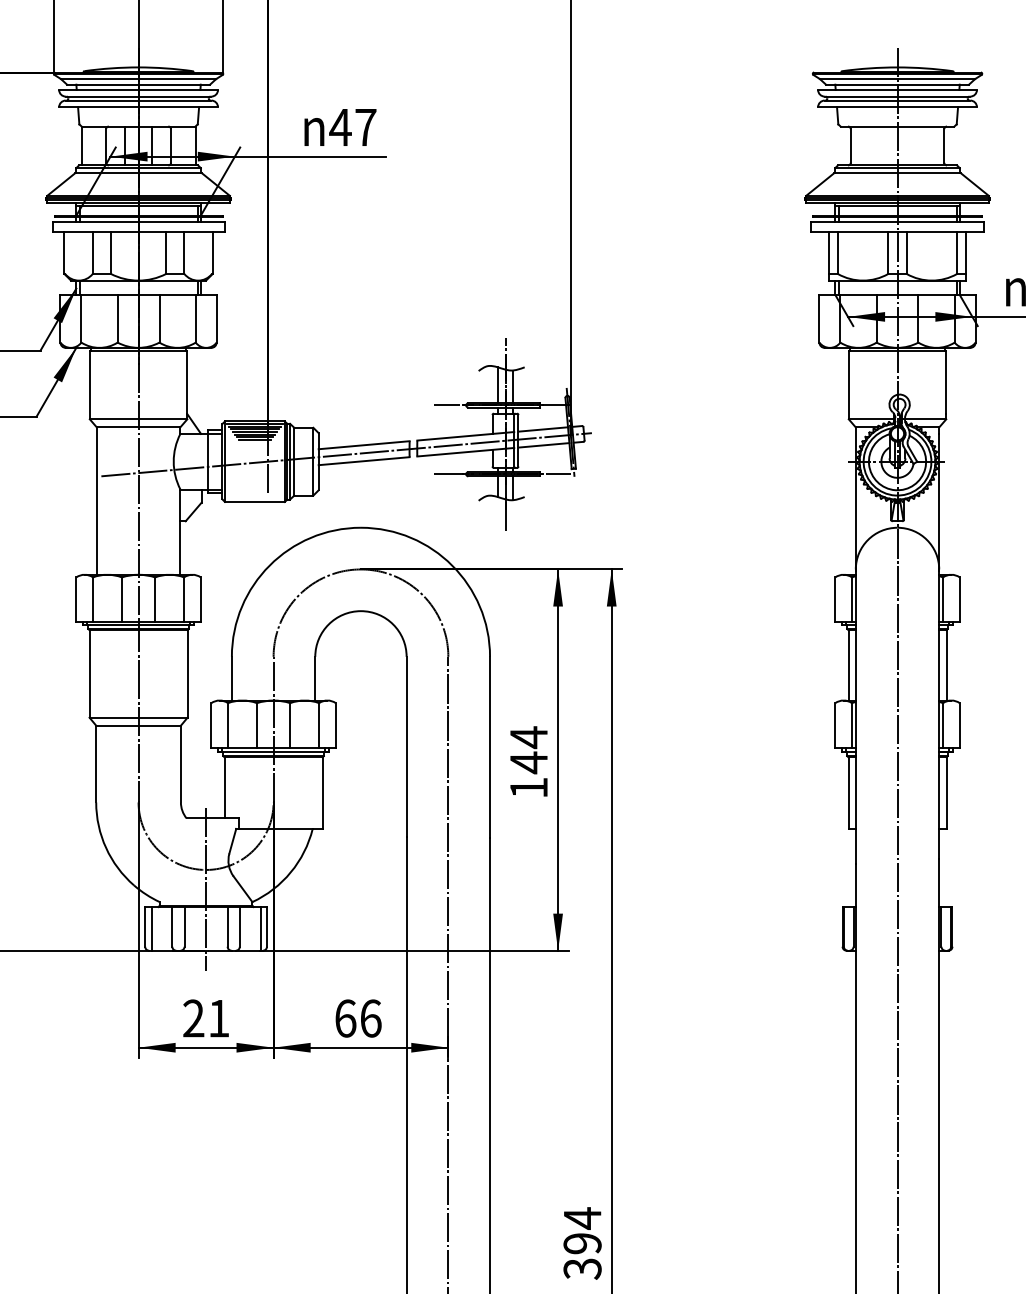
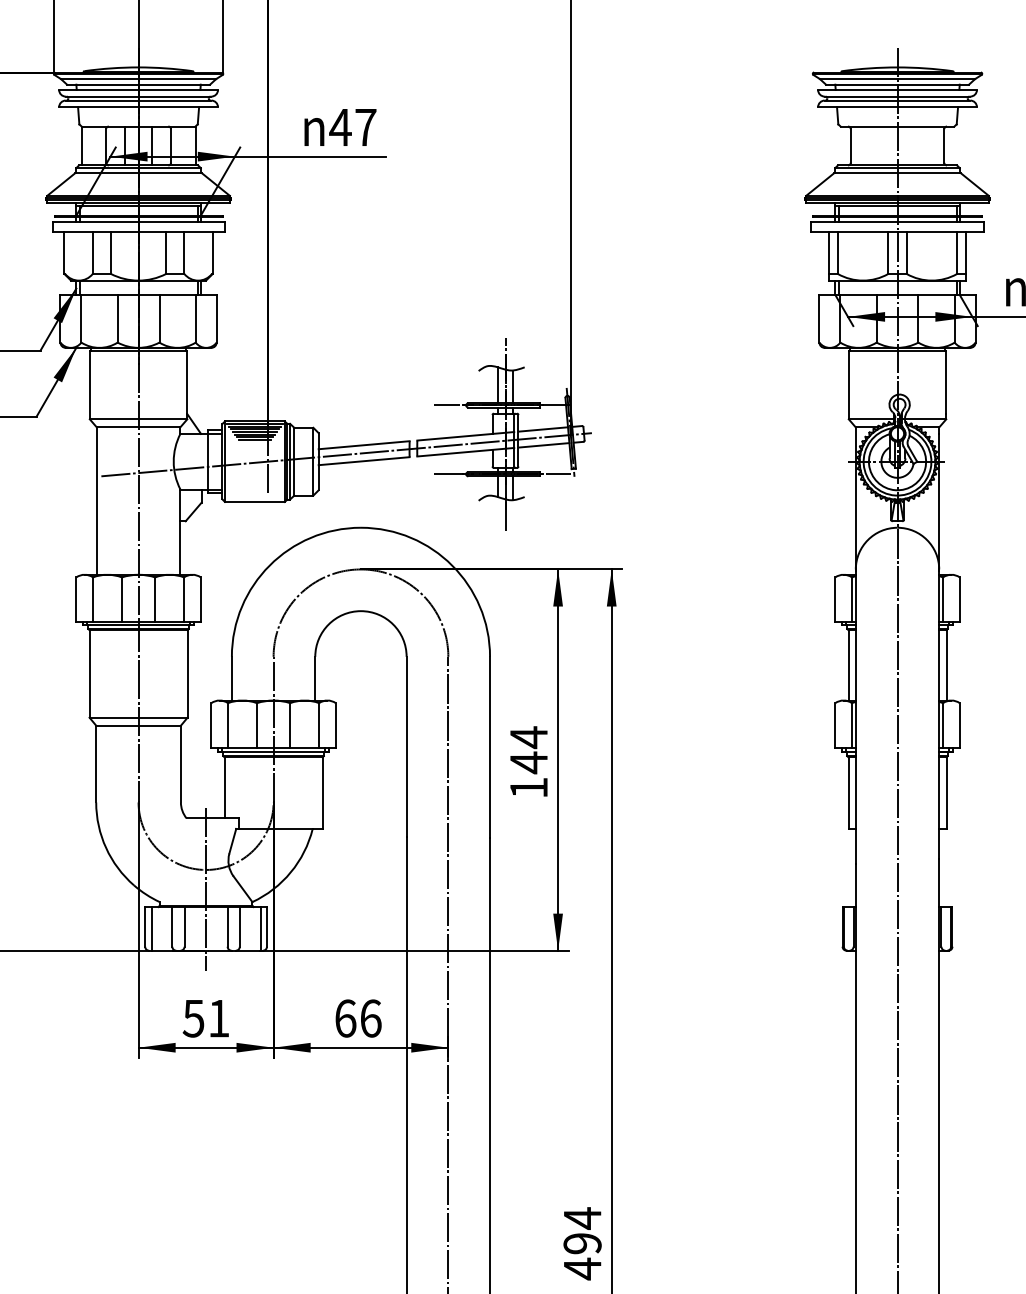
text at (193, 1018): 21 -> 51
text at (582, 1268): 394 -> 494
